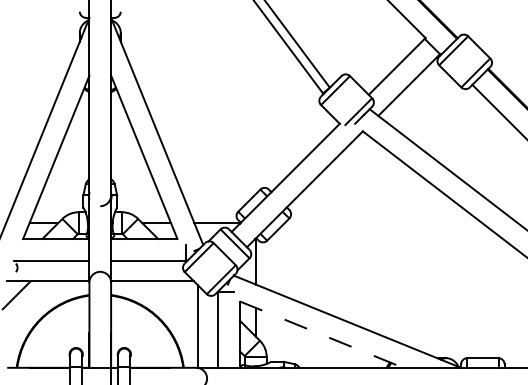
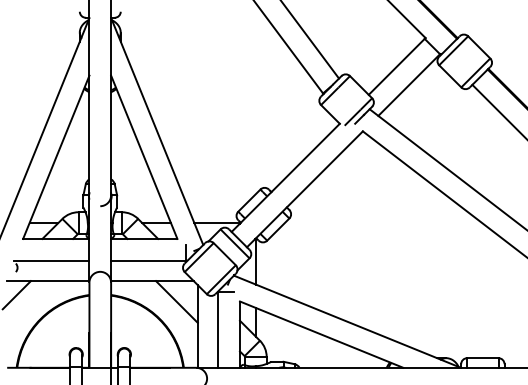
line at (297, 44) position: (297, 44) -> (310, 40)
line at (176, 301): none -> present
line at (322, 334): dashed -> solid
